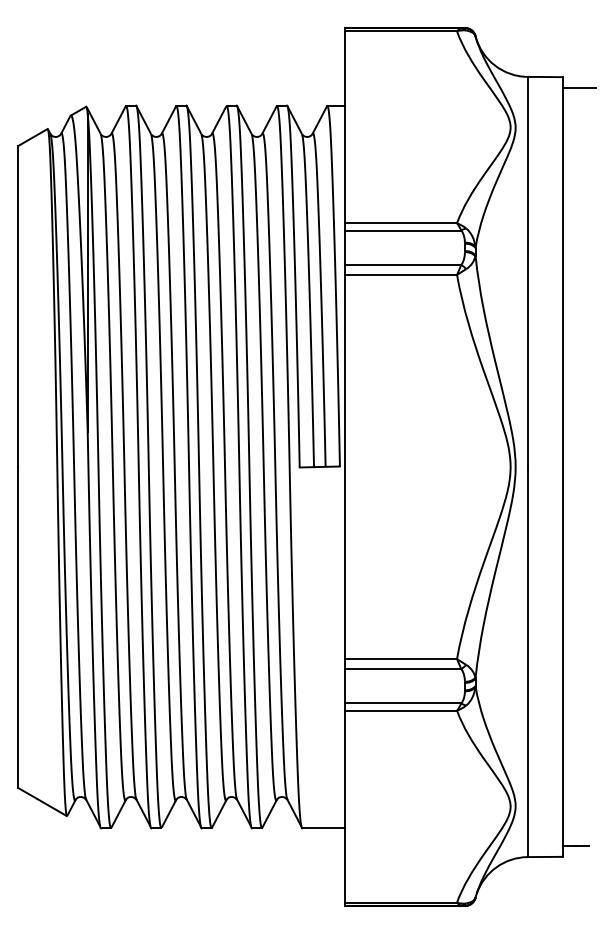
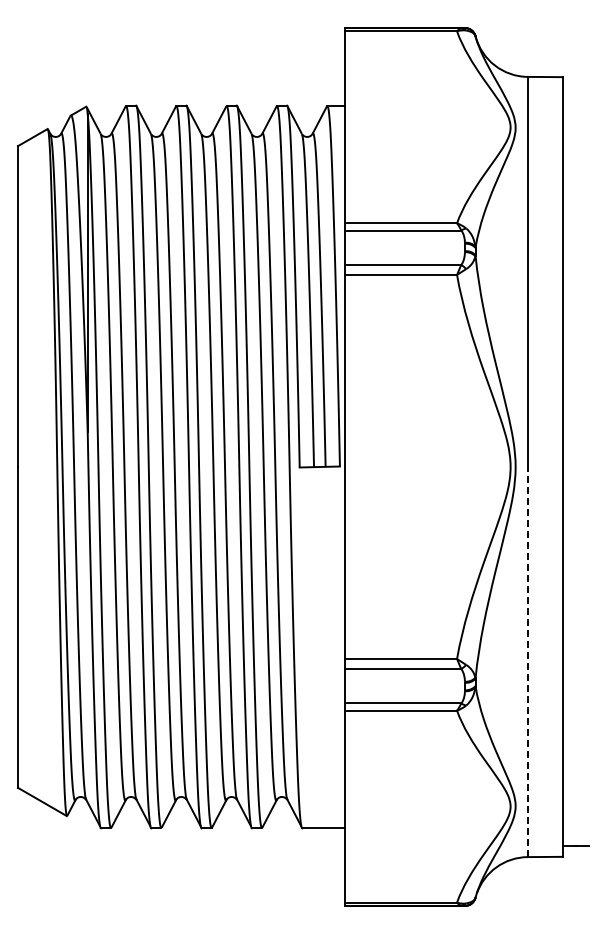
line at (578, 87): present -> none
line at (527, 661): solid -> dashed
